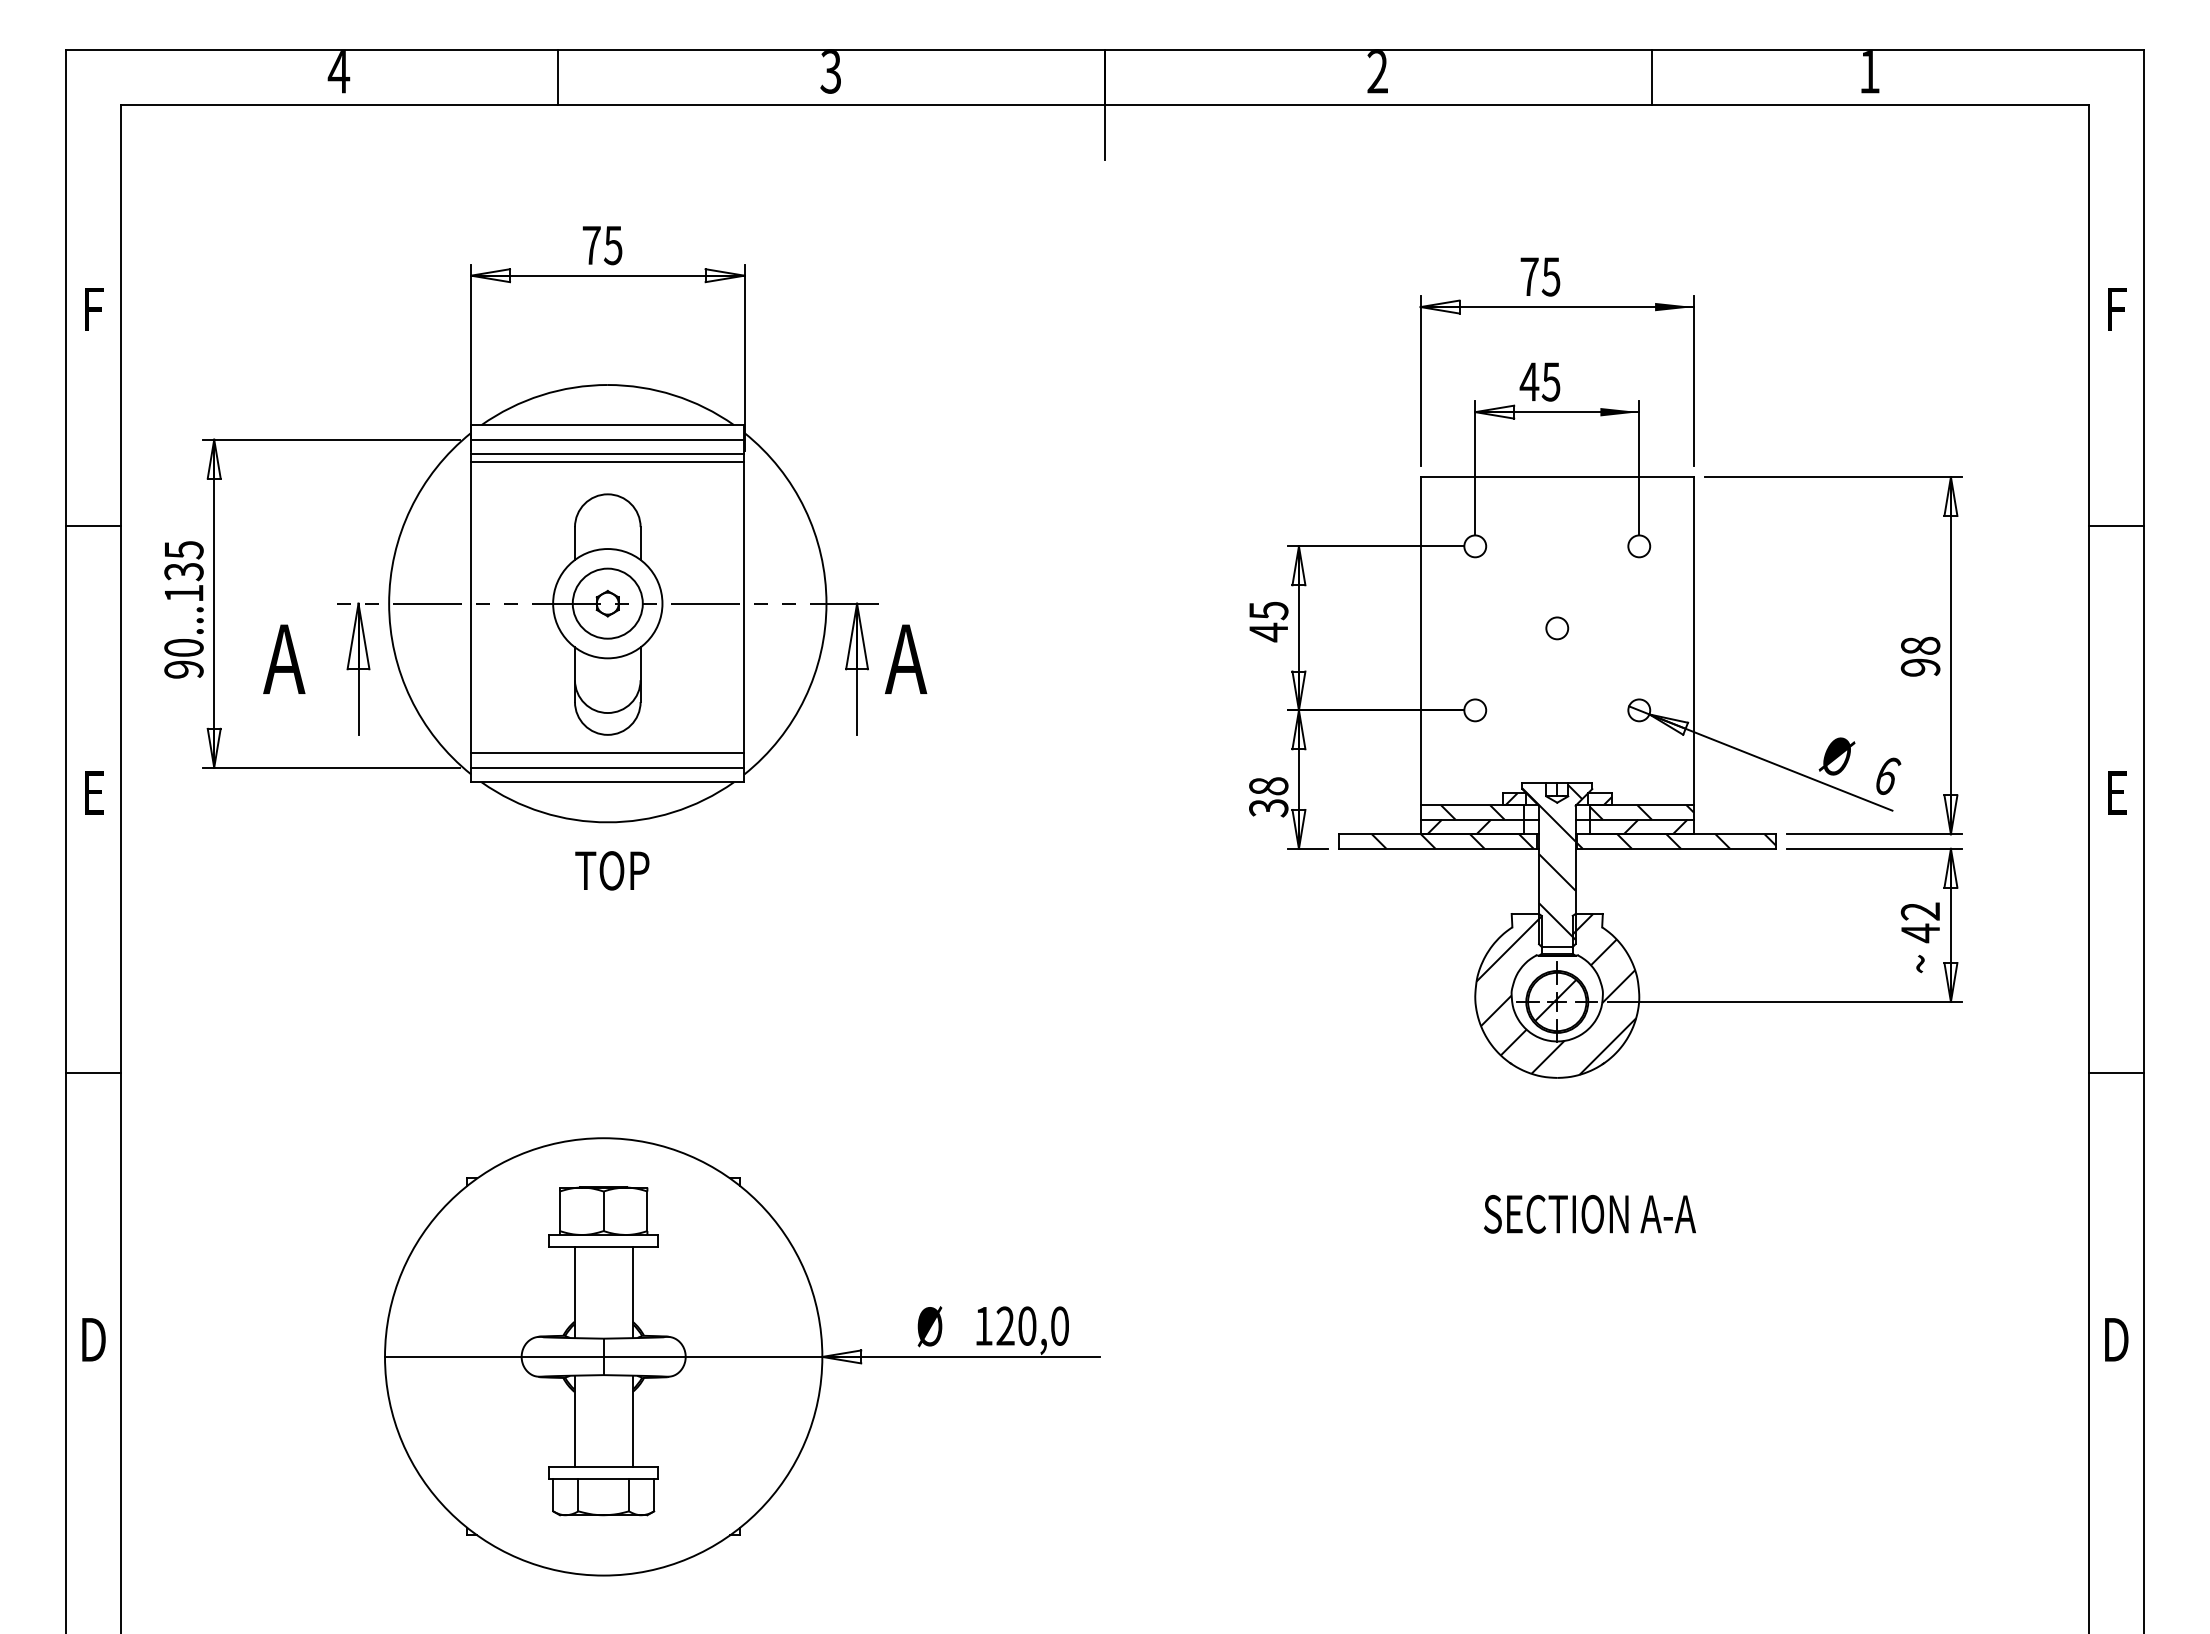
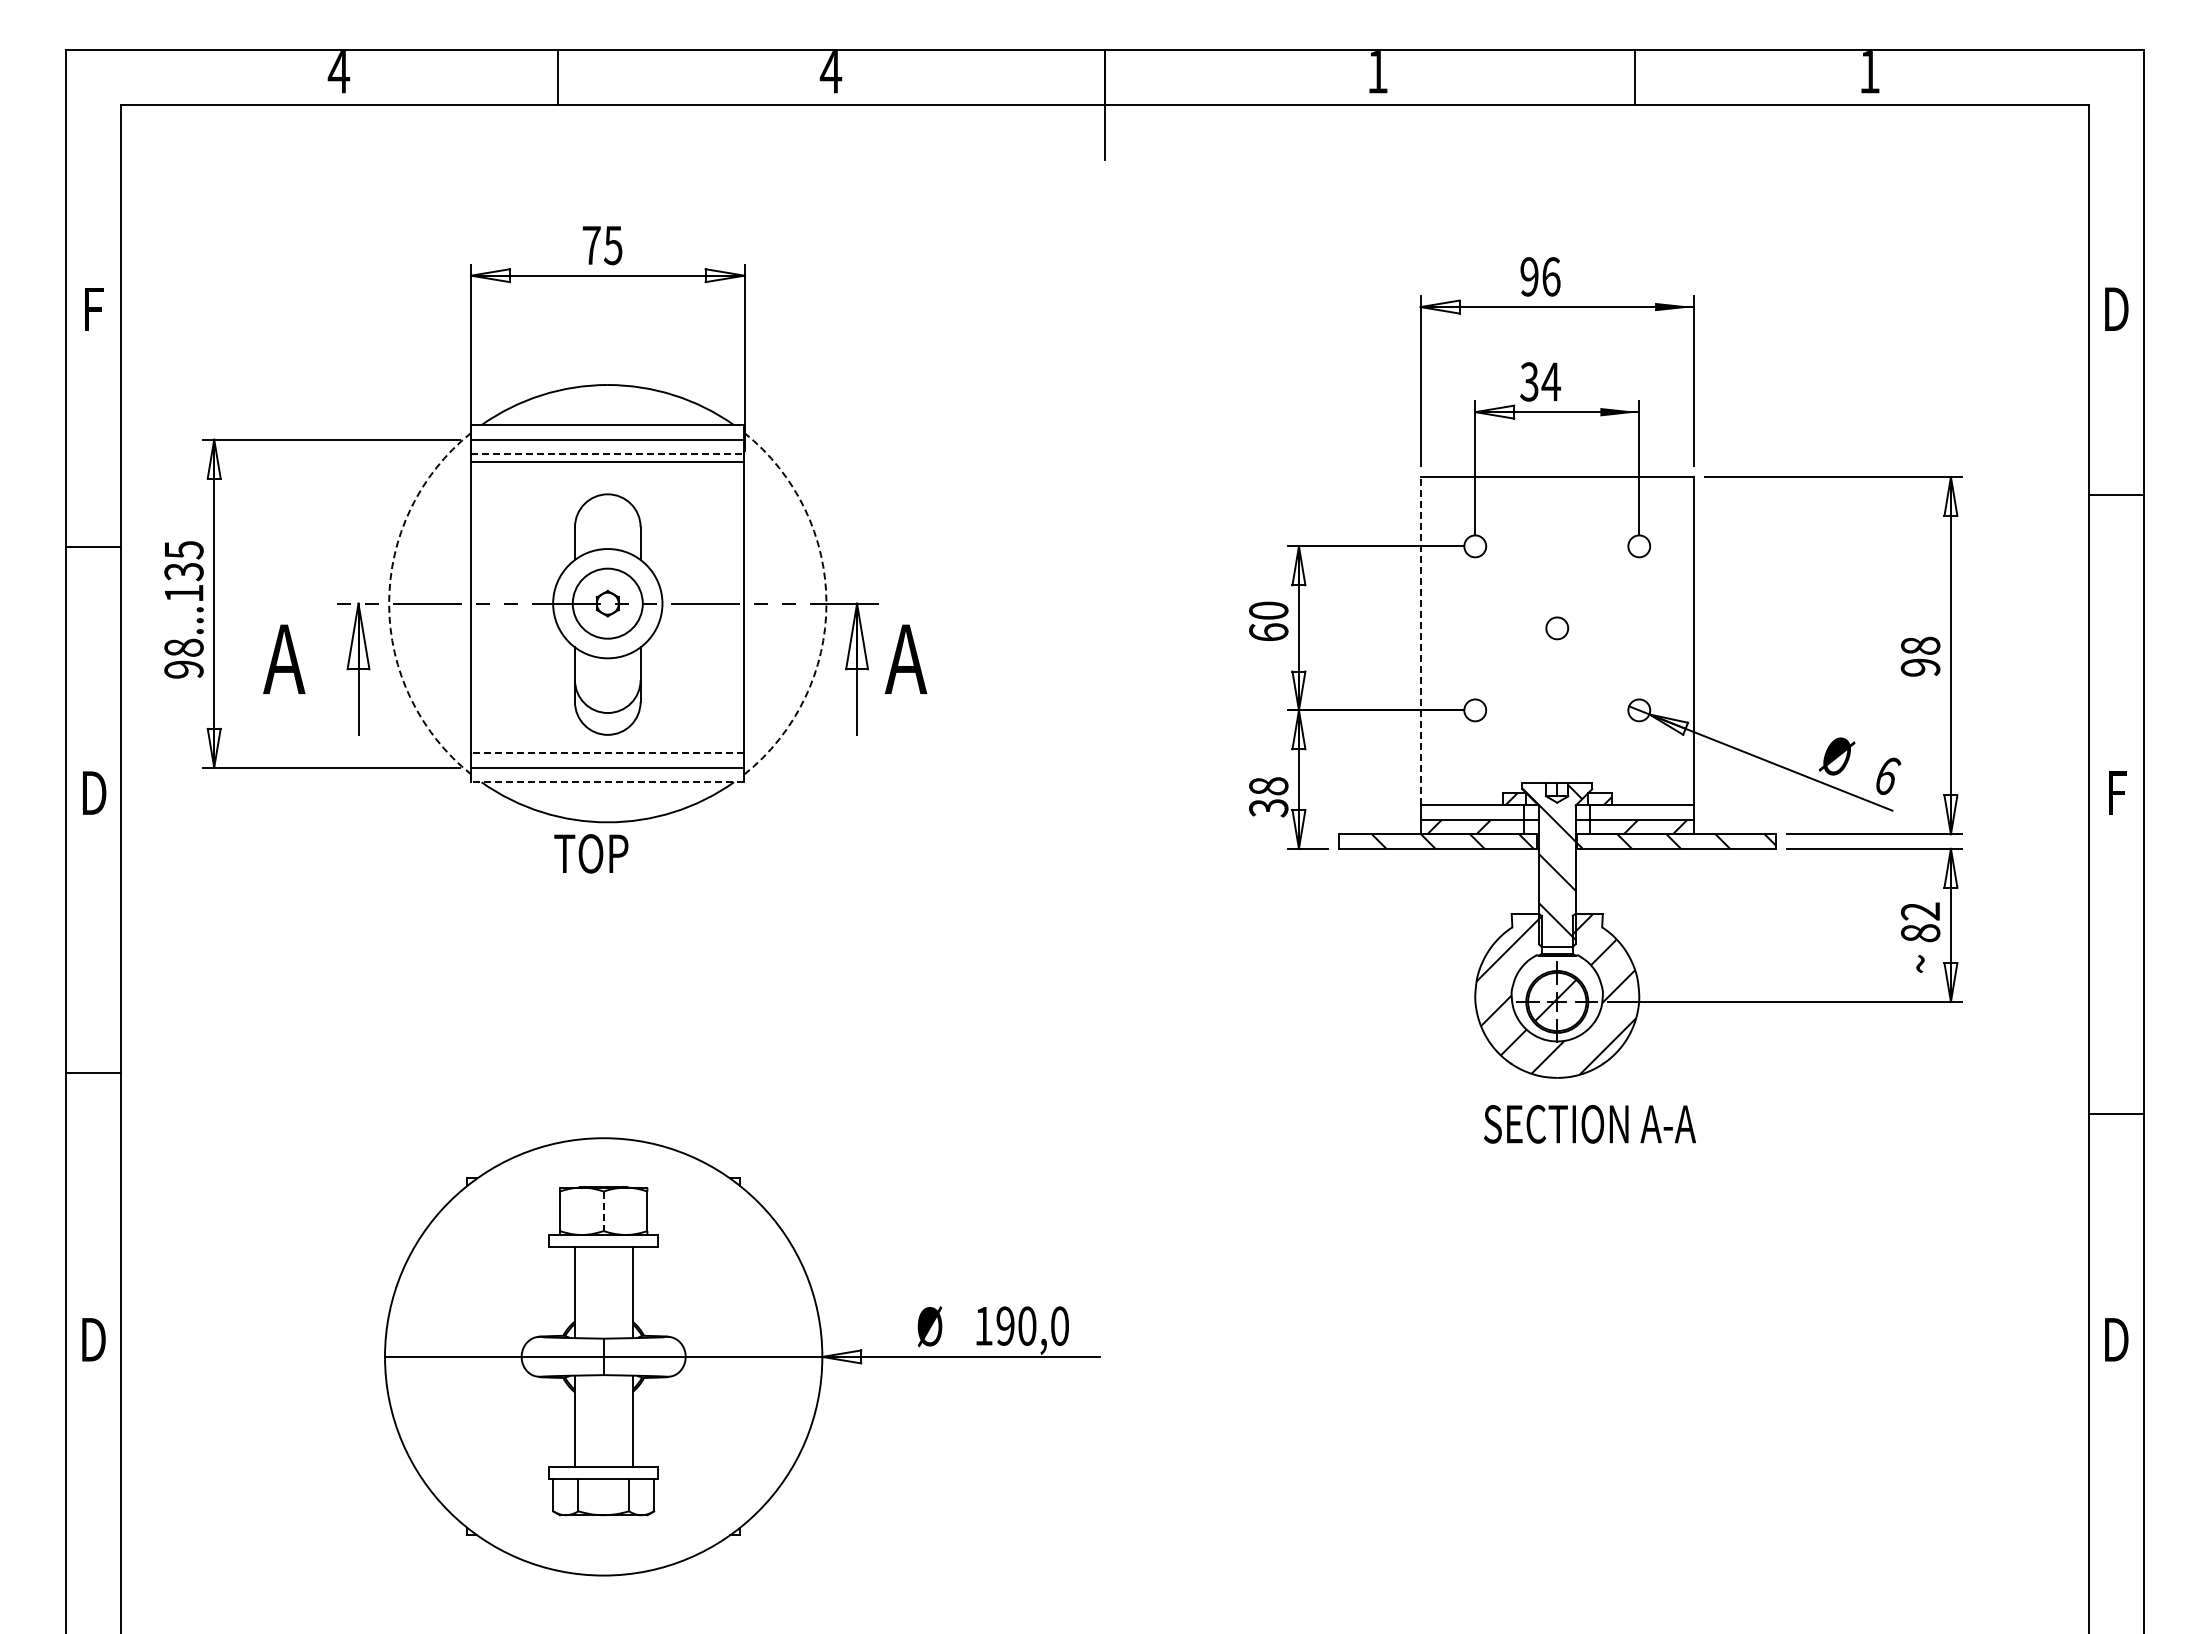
text at (830, 72): 3 -> 4
text at (1377, 72): 2 -> 1
line at (1651, 77) position: (1651, 77) -> (1634, 77)
text at (1540, 276): 75 -> 96
text at (2116, 308): F -> D
text at (1540, 381): 45 -> 34
line at (607, 454): solid -> dashed
line at (93, 526) position: (93, 526) -> (93, 547)
line at (2116, 526) position: (2116, 526) -> (2116, 495)
arc at (389, 603): solid -> dashed
arc at (826, 603): solid -> dashed
text at (1268, 621): 45 -> 60
line at (1420, 640): solid -> dashed
text at (183, 647): 90...135 -> 98...135
line at (607, 753): solid -> dashed
line at (607, 782): solid -> dashed
text at (94, 792): E -> D
text at (2117, 792): E -> F
hatch at (1472, 812): present -> none
hatch at (1641, 812): present -> none
text at (612, 870) position: (612, 870) -> (591, 853)
text at (1920, 933): 42 -> 82
line at (2116, 1072) position: (2116, 1072) -> (2116, 1113)
line at (603, 1211): solid -> dashed
text at (1589, 1214) position: (1589, 1214) -> (1589, 1124)
text at (1005, 1326): 120,0 -> 190,0
